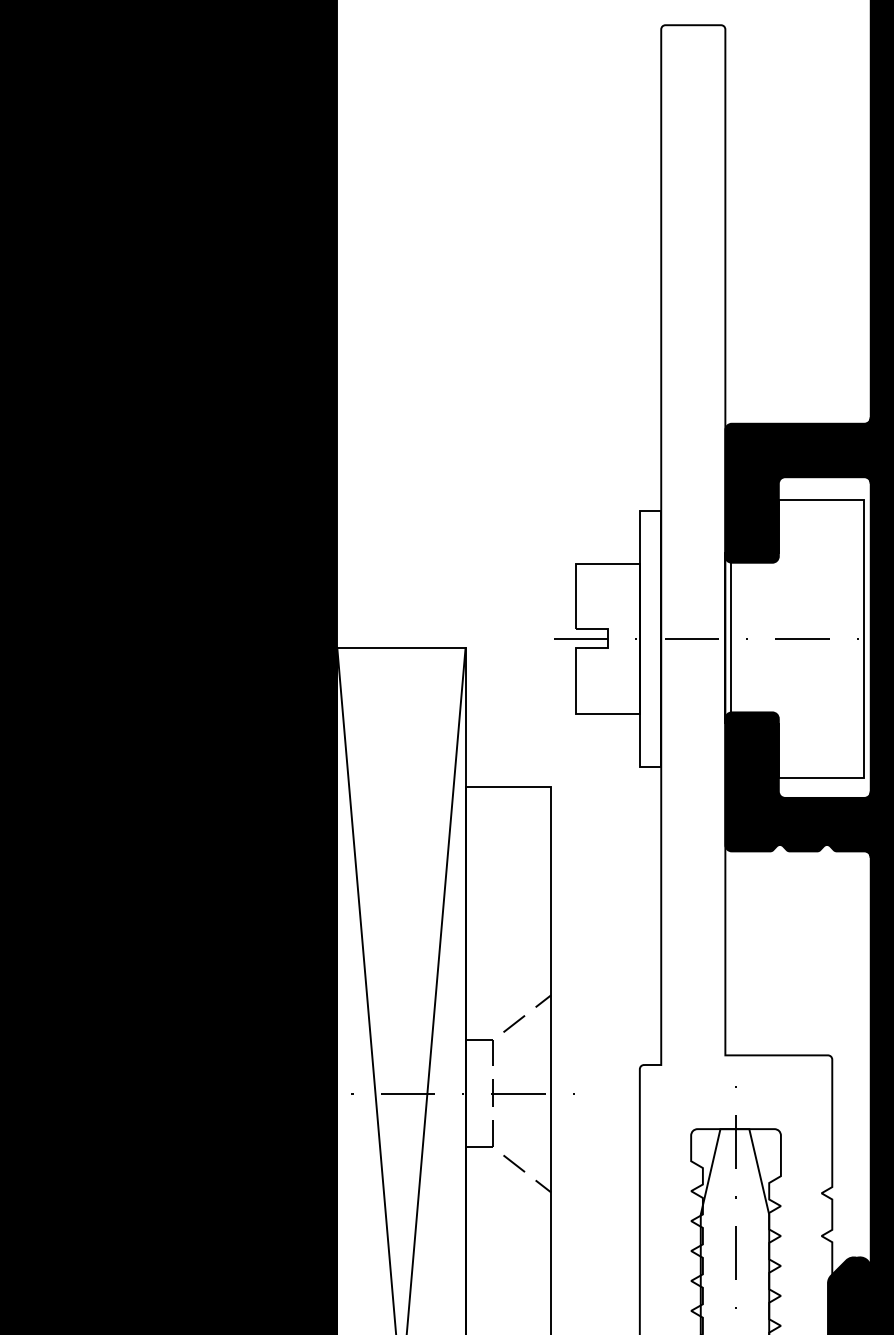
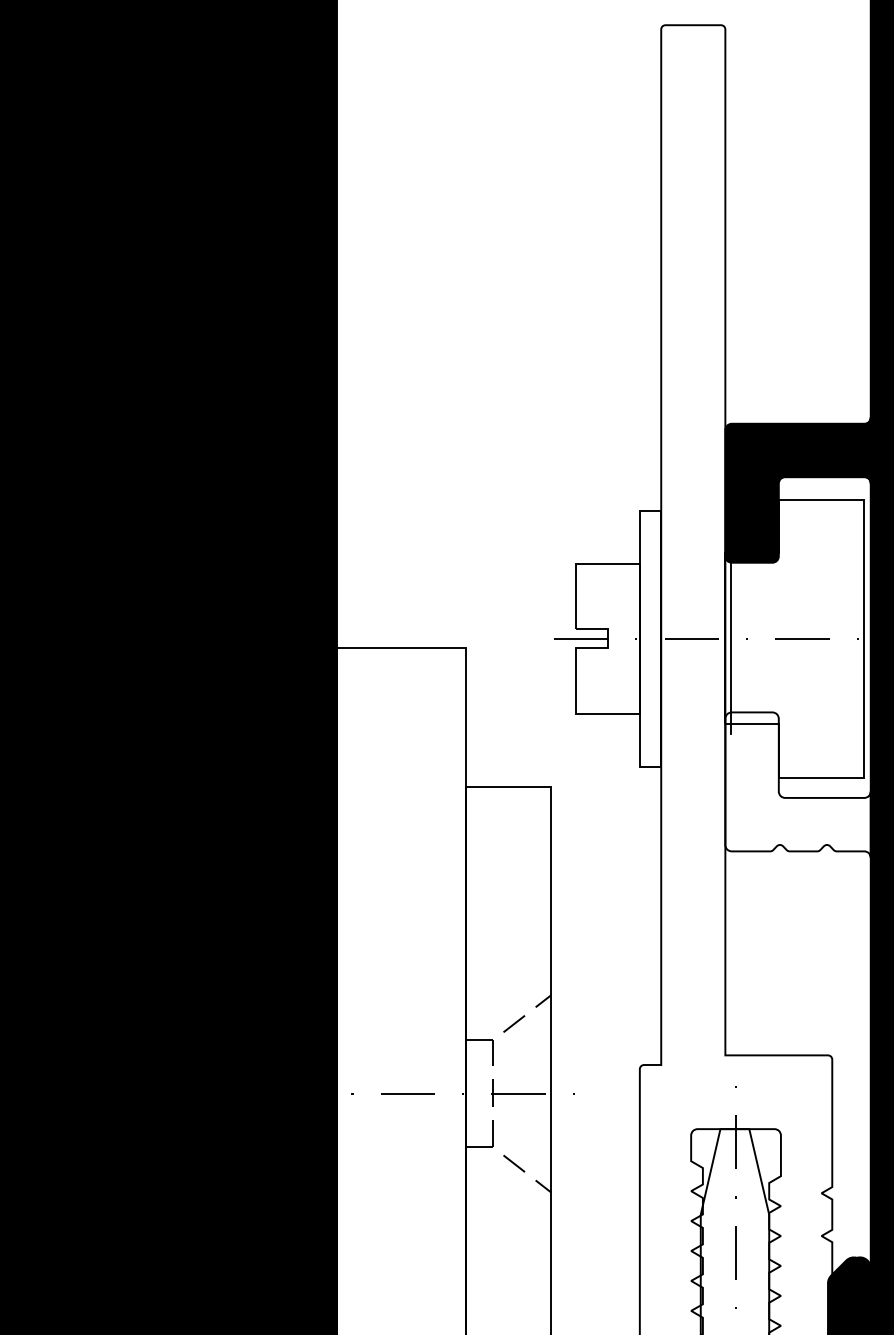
fill at (797, 784): present -> none
line at (366, 989): present -> none
line at (435, 989): present -> none
